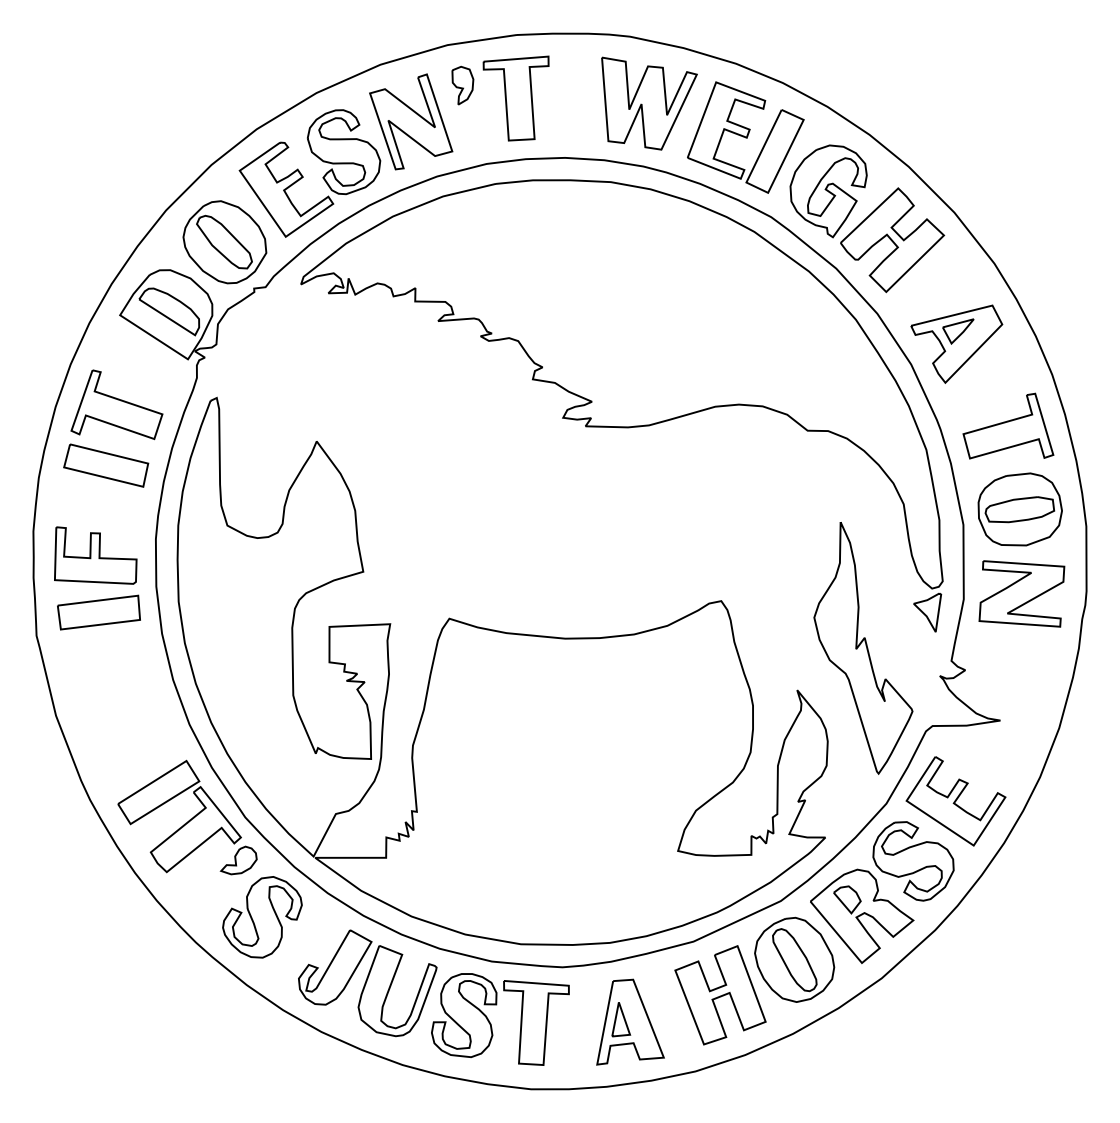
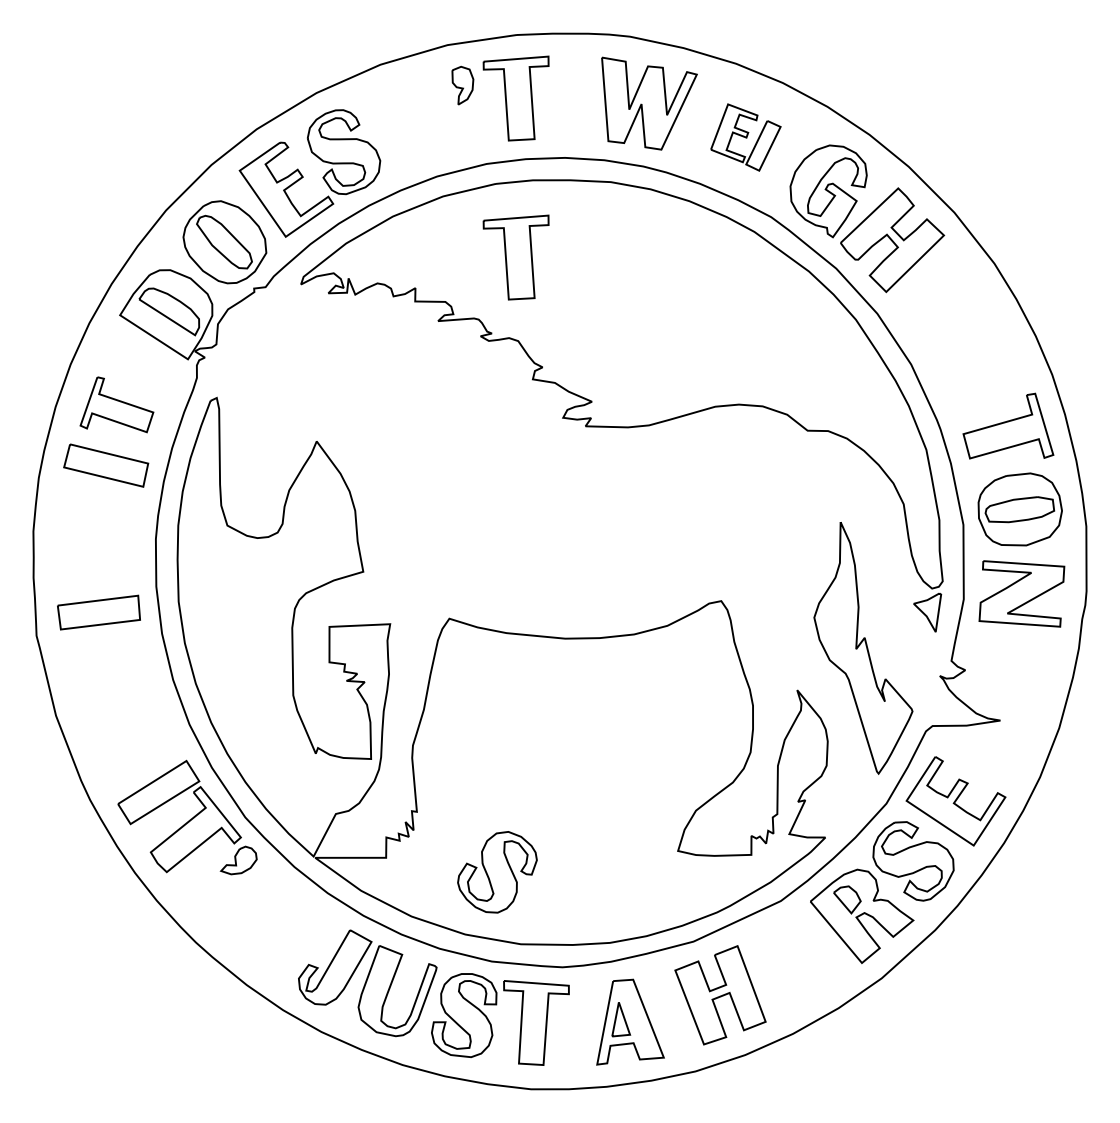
part at (411, 121): present -> none
part at (745, 137) size: 118x113 px -> 72x69 px
part at (515, 257): none -> present
part at (956, 343): present -> none
part at (116, 404) size: 94x72 px -> 76x58 px
part at (95, 555): present -> none
part at (262, 917) position: (262, 917) -> (497, 872)
part at (794, 959): present -> none
